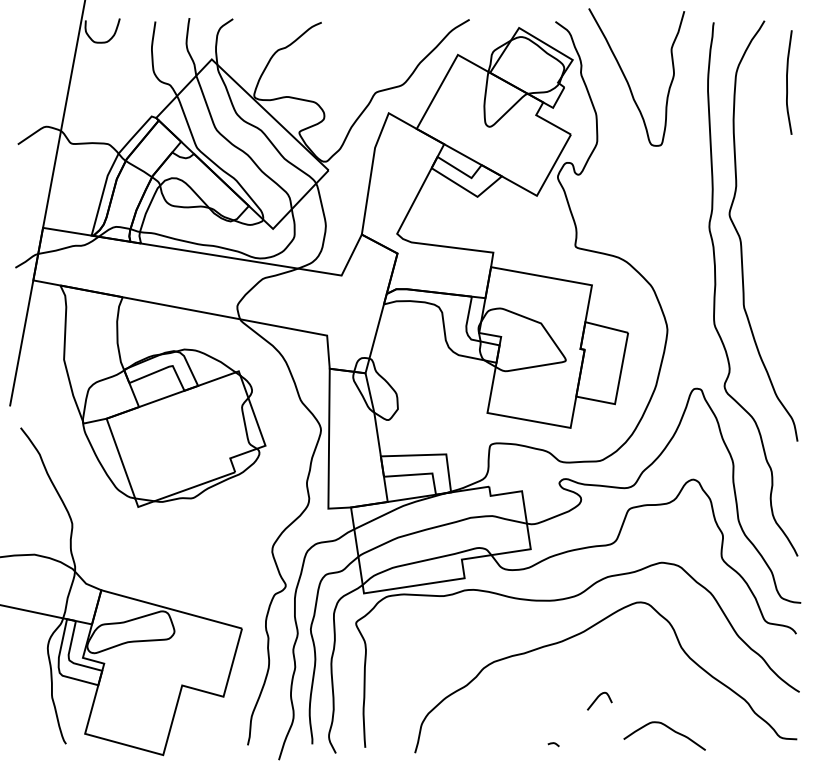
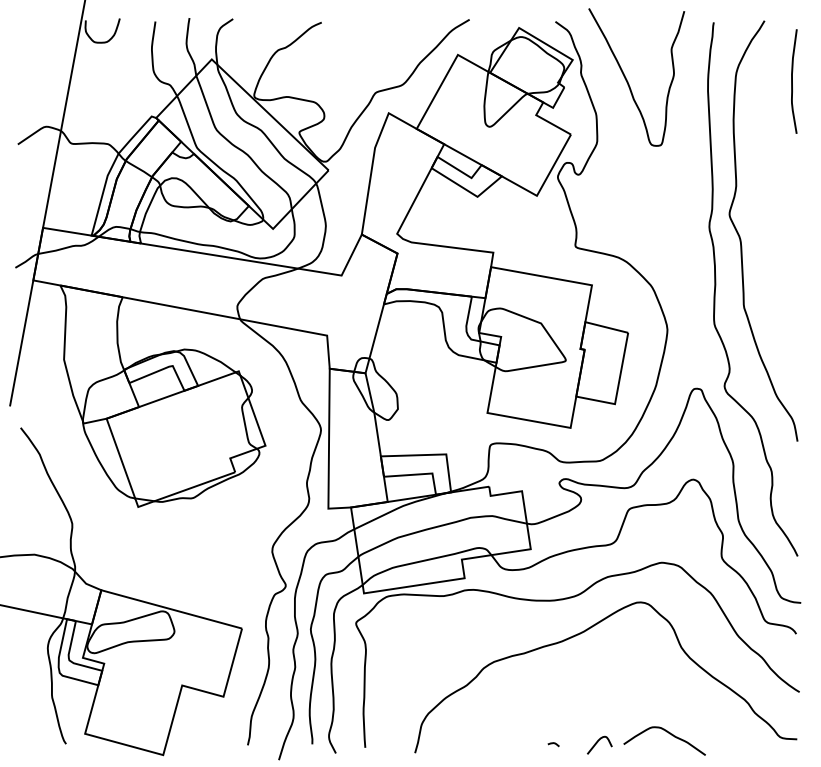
curve at (787, 82) position: (787, 82) -> (792, 81)
curve at (598, 698) position: (598, 698) -> (598, 742)
curve at (669, 729) position: (669, 729) -> (669, 734)
